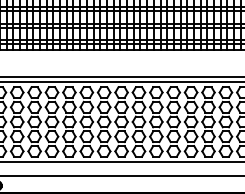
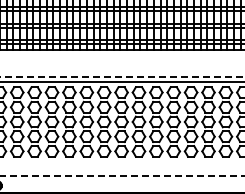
line at (122, 77): solid -> dashed
line at (121, 161): present -> none
line at (122, 176): solid -> dashed
